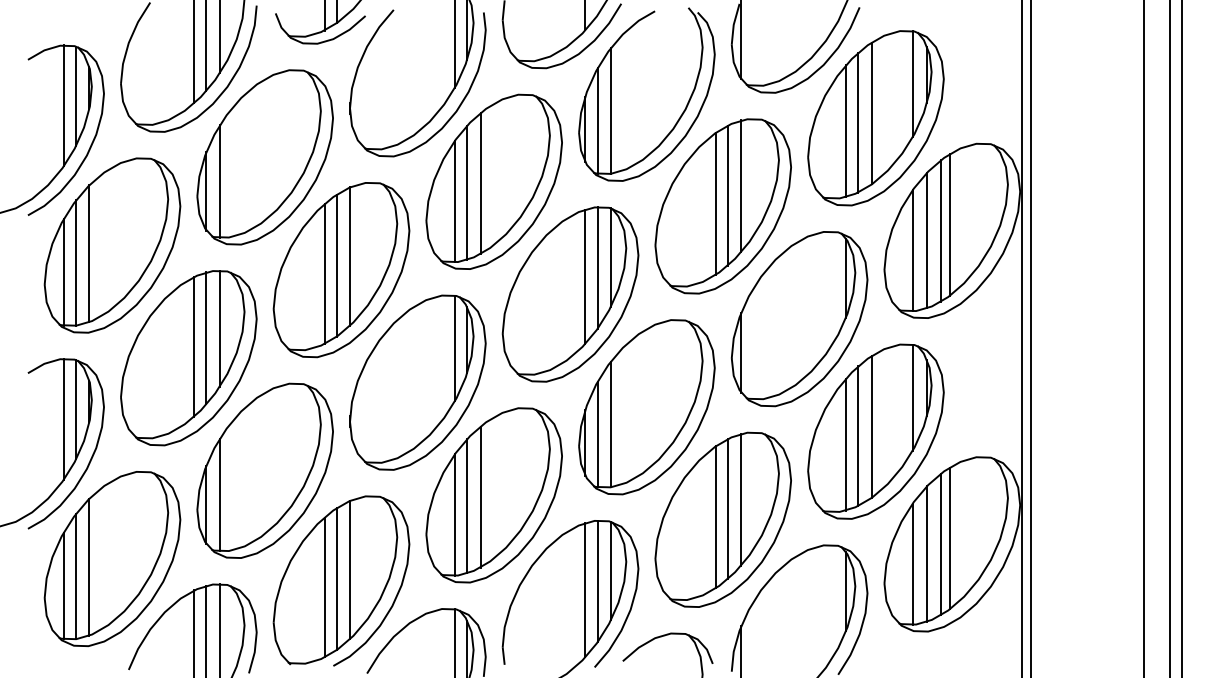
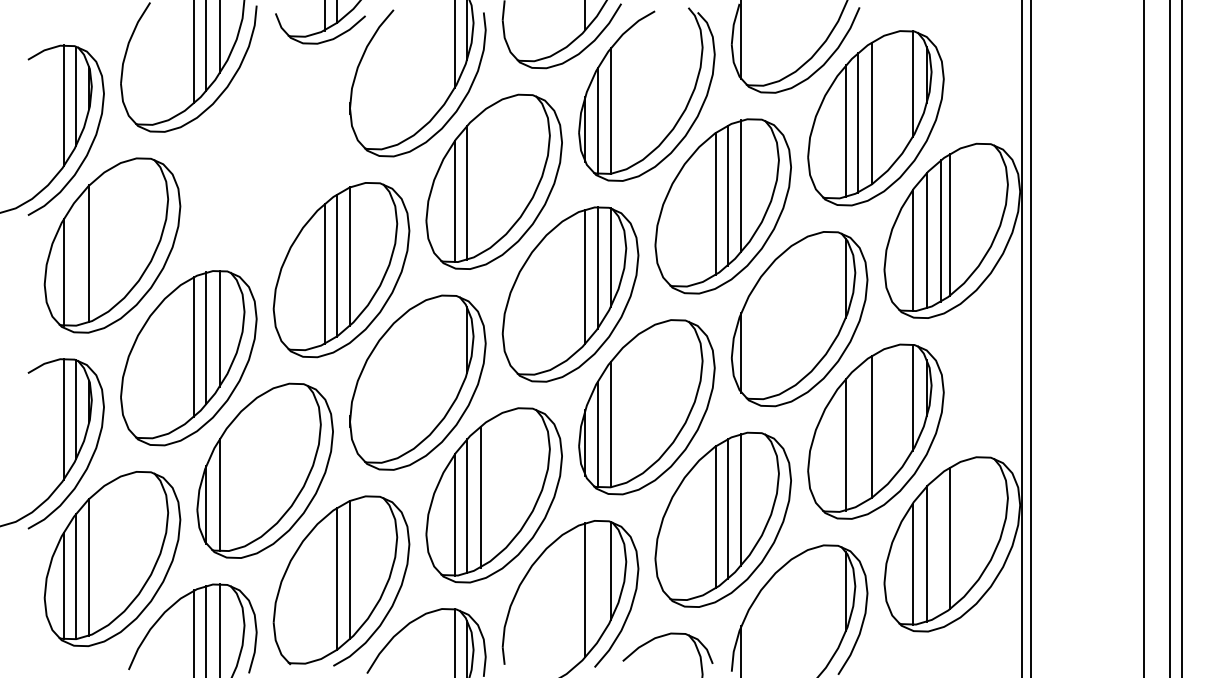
part at (264, 157): present -> none
line at (480, 183): present -> none
line at (76, 262): present -> none
line at (454, 348): present -> none
line at (858, 435): present -> none
line at (941, 544): present -> none
line at (597, 581): present -> none
line at (324, 587): present -> none
